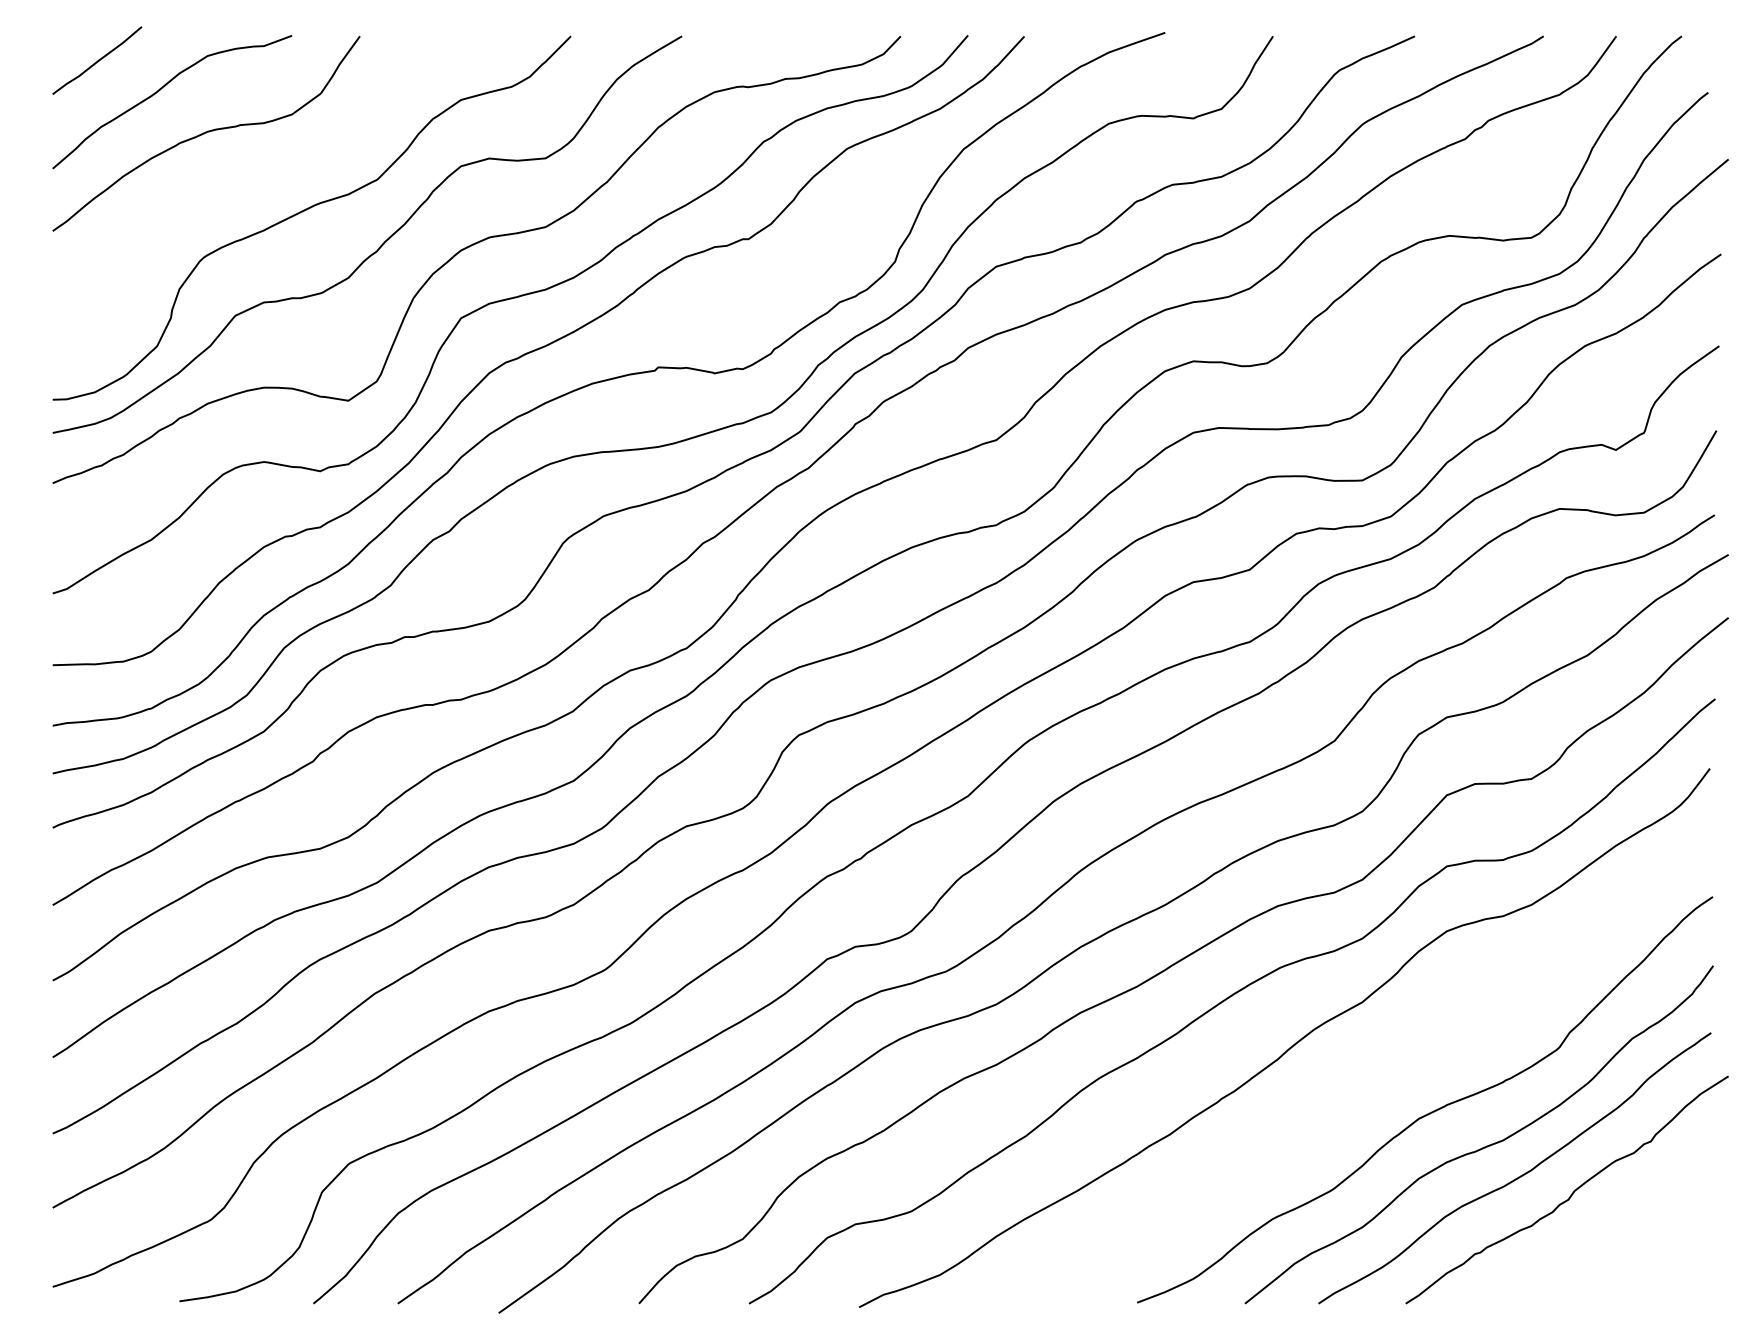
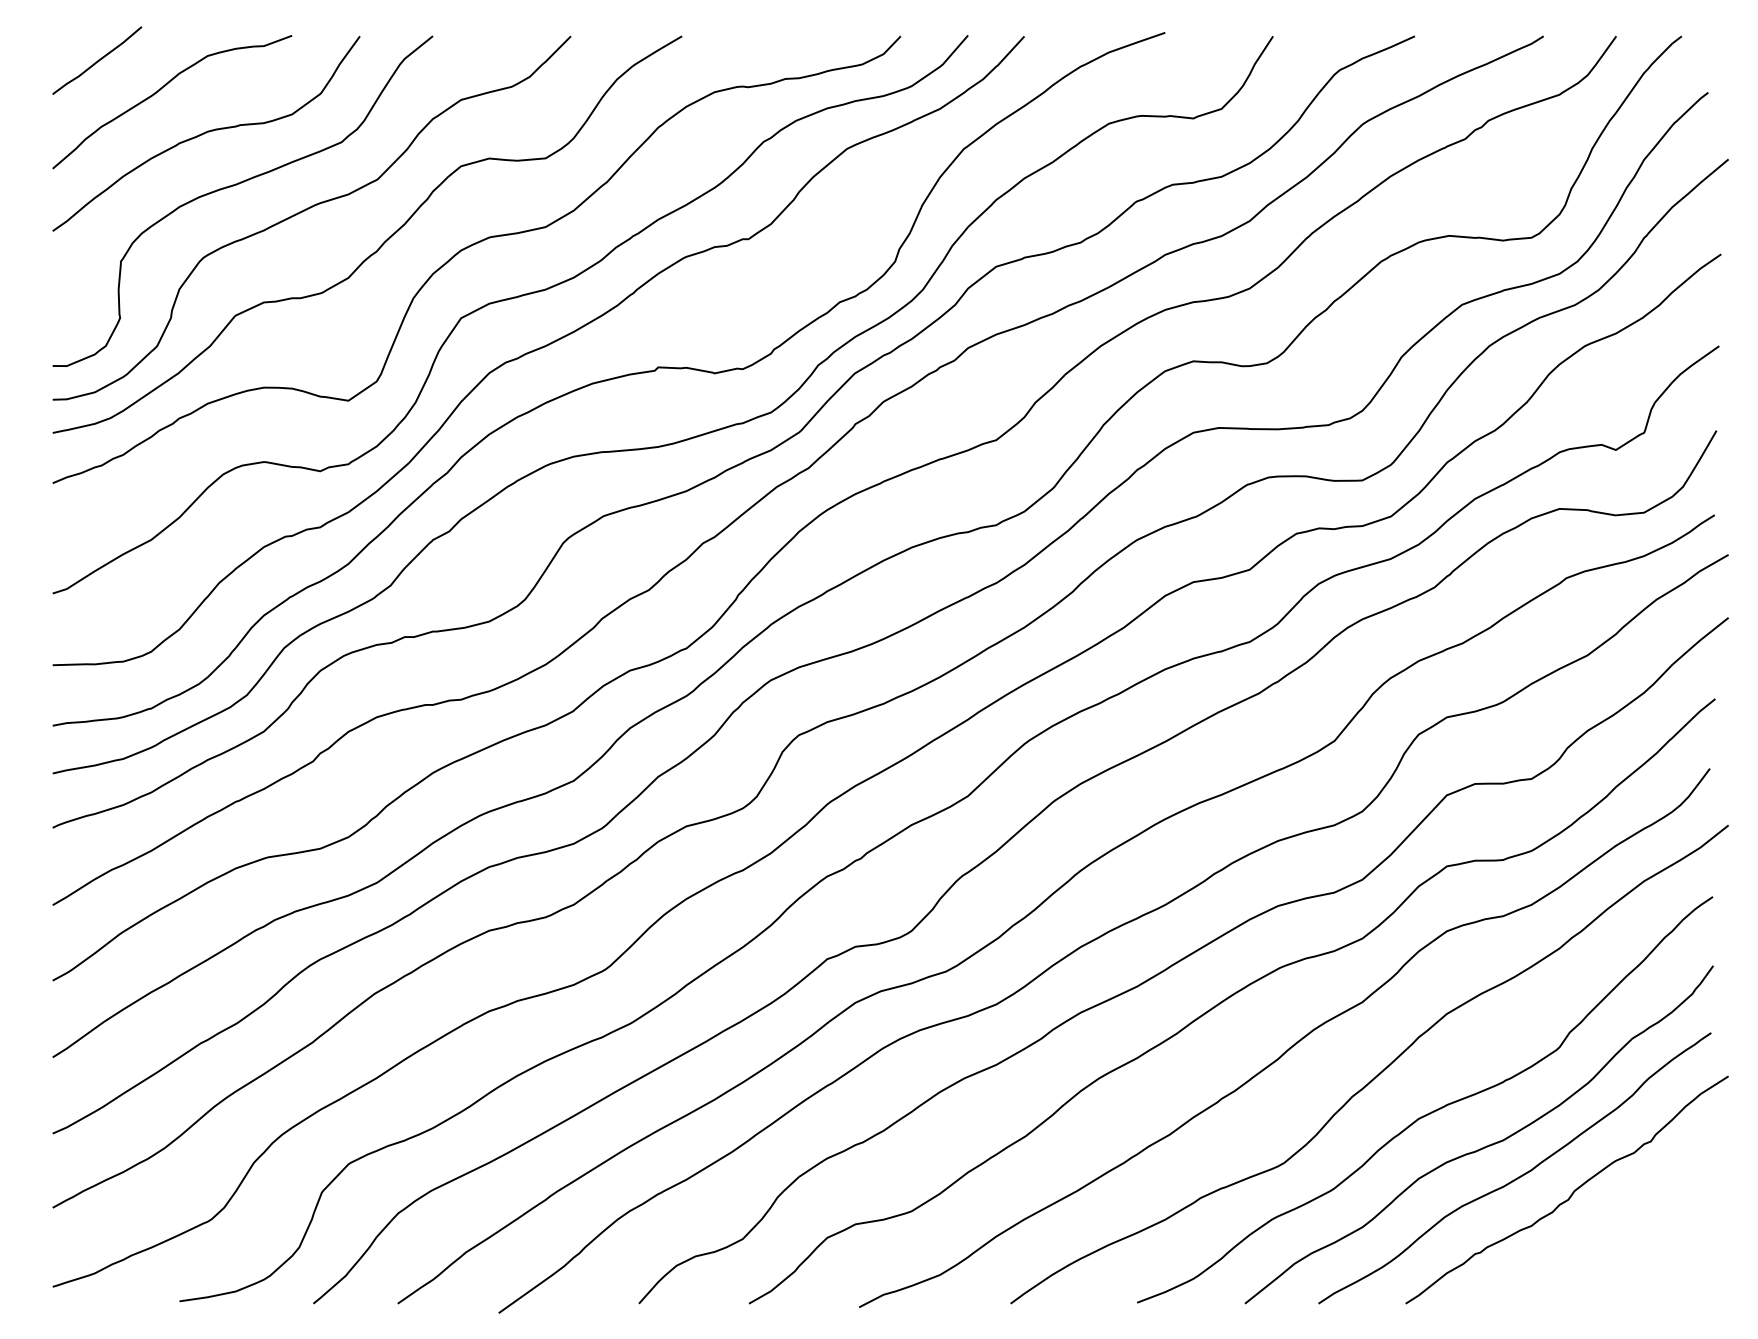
curve at (234, 186): none -> present
curve at (1378, 1073): none -> present
